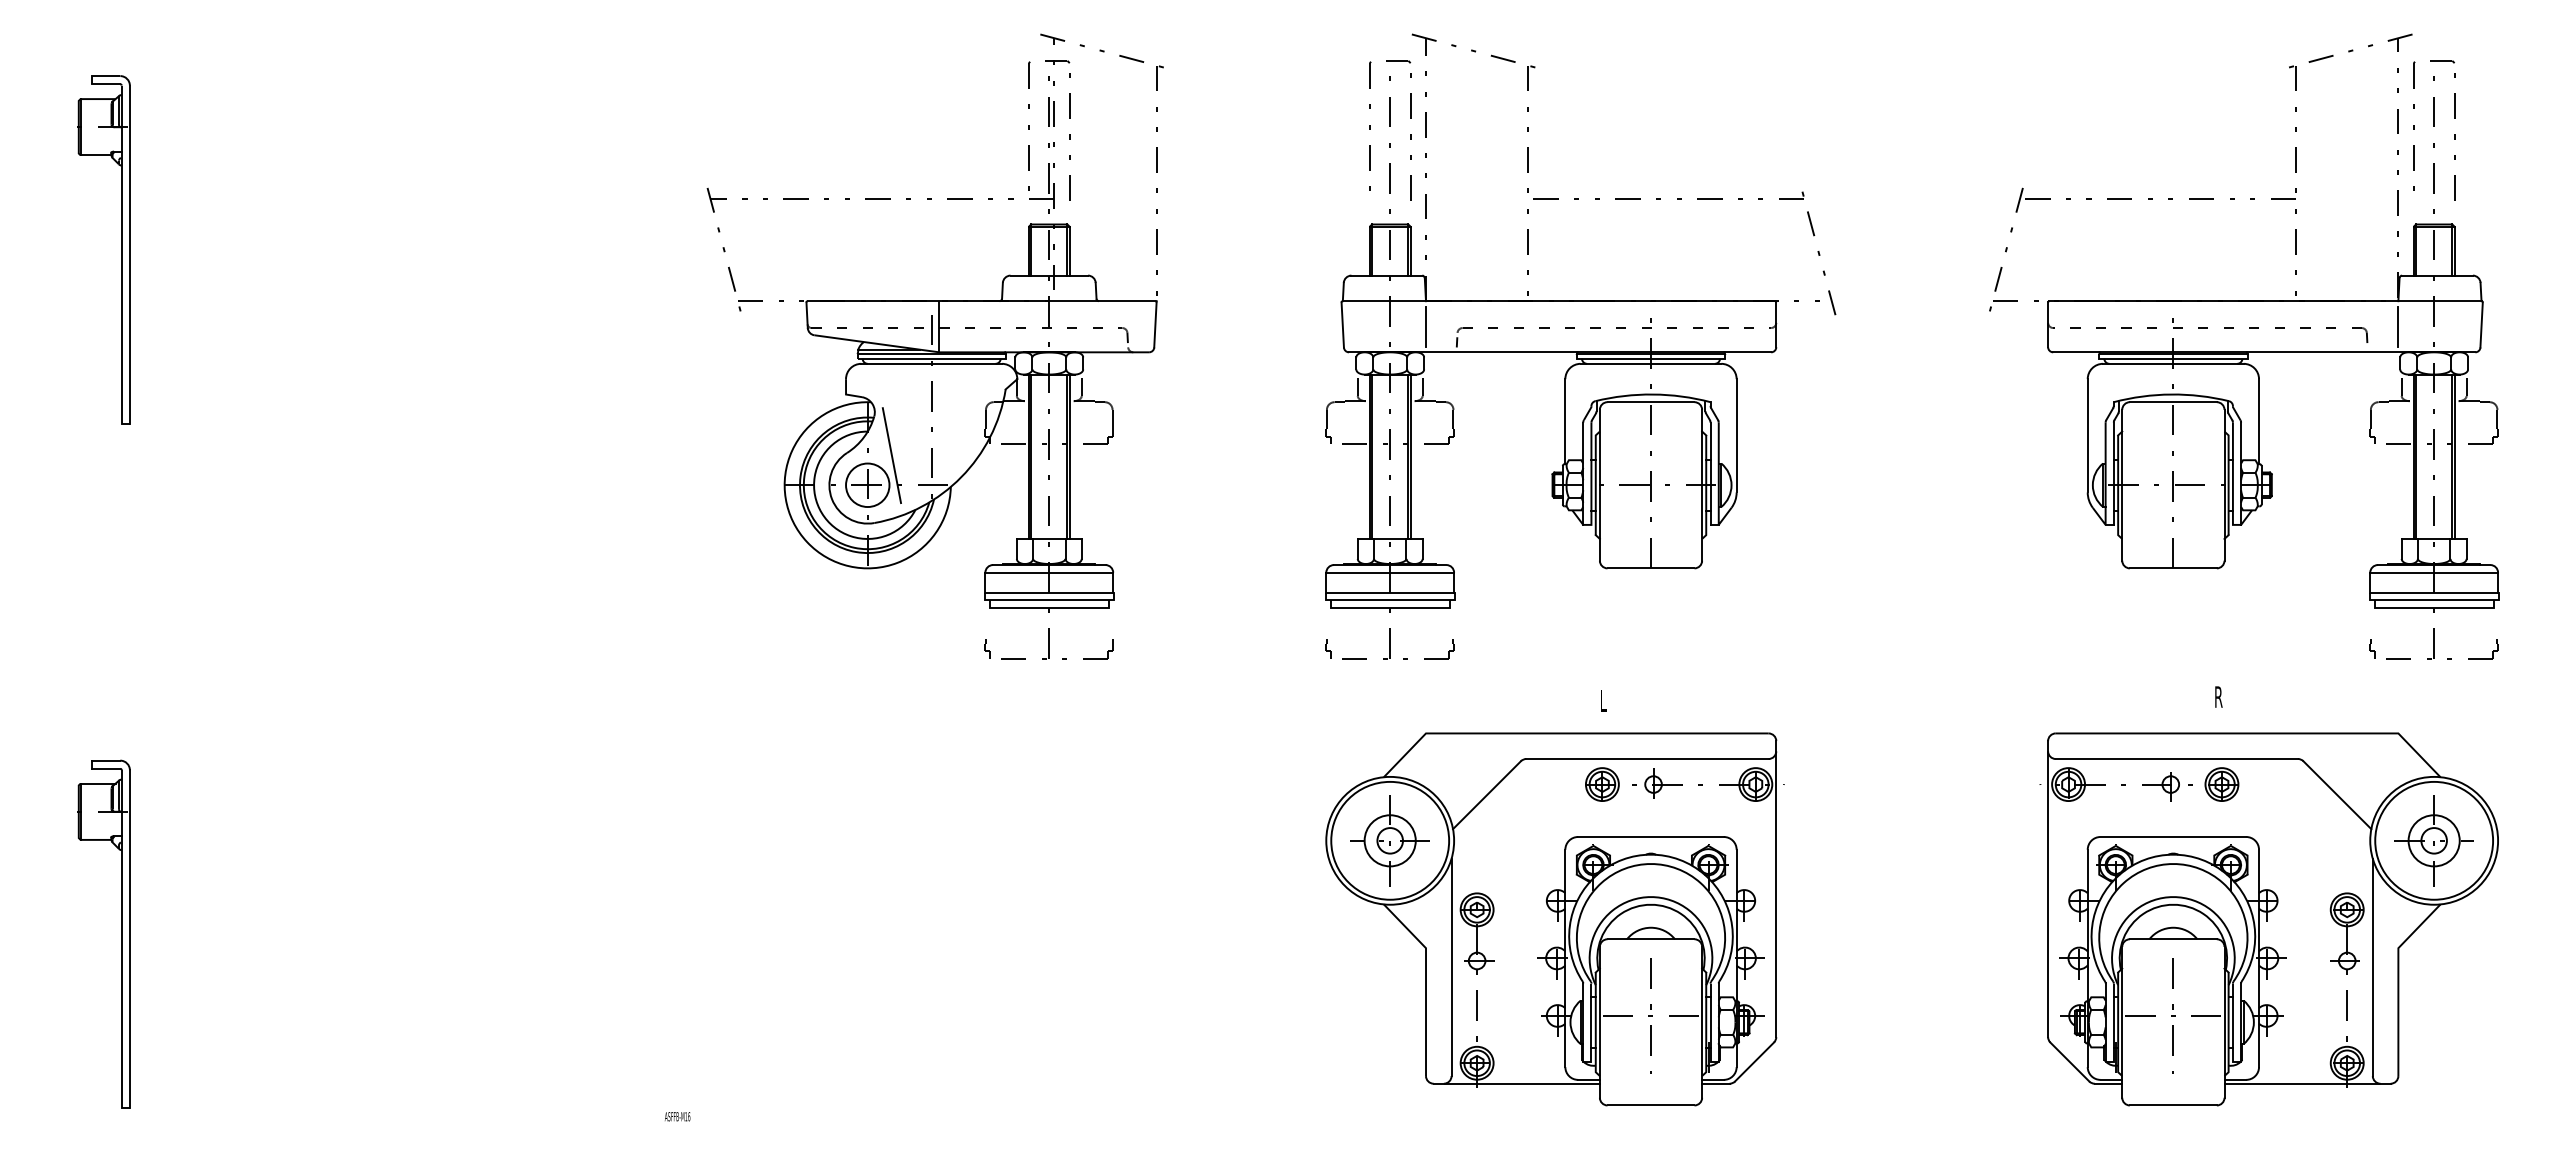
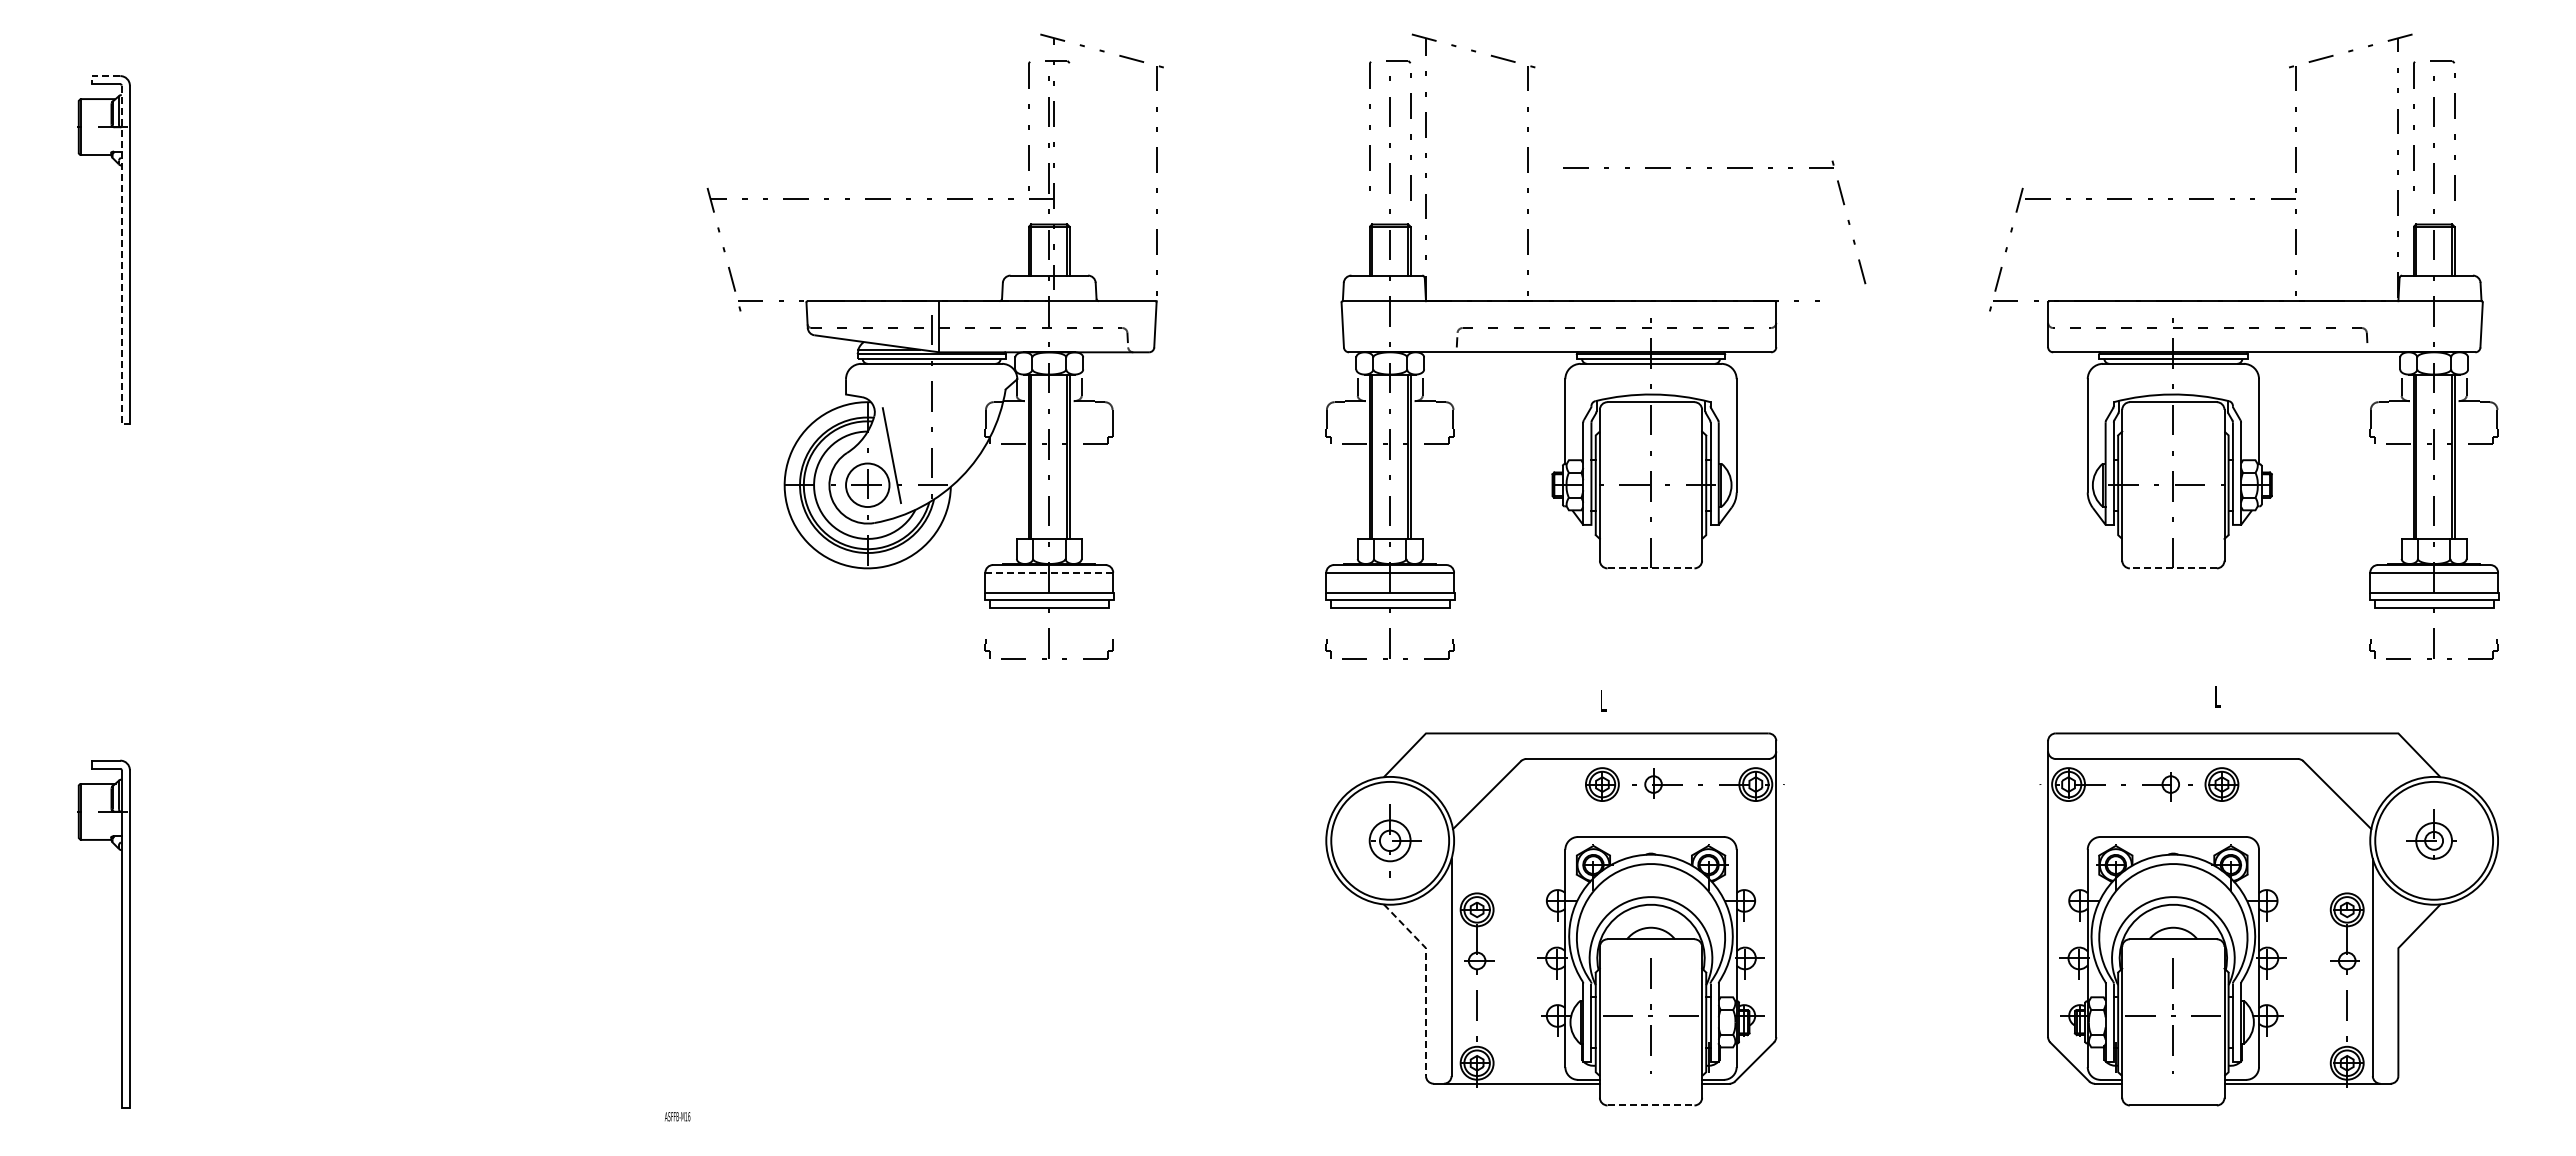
line at (100, 76): solid -> dashed
line at (1069, 136): present -> none
part at (1681, 199) position: (1681, 199) -> (1711, 168)
line at (121, 260): solid -> dashed
line at (1426, 327): present -> none
line at (2398, 327): present -> none
line at (1651, 568): solid -> dashed
line at (2172, 568): solid -> dashed
line at (1049, 572): solid -> dashed
text at (2218, 696): R -> L
part at (1389, 840) size: 80x92 px -> 54x74 px
part at (2433, 840) size: 80x92 px -> 51x51 px
line at (1426, 981): solid -> dashed
line at (1651, 1105): solid -> dashed
